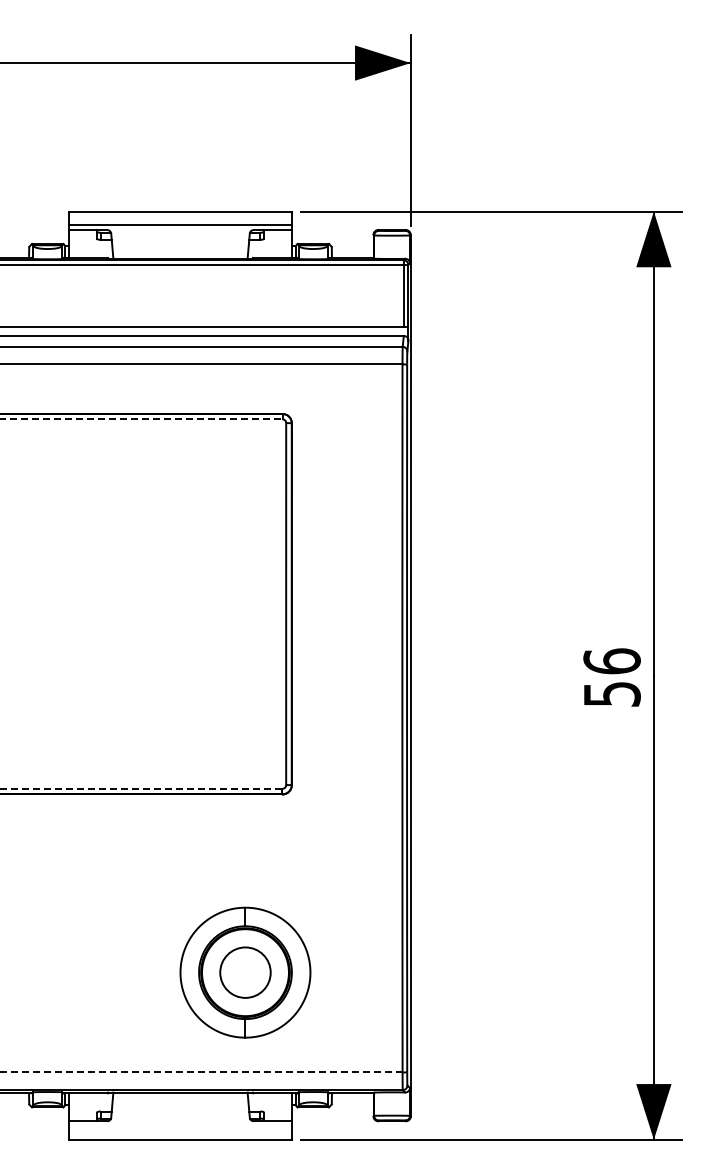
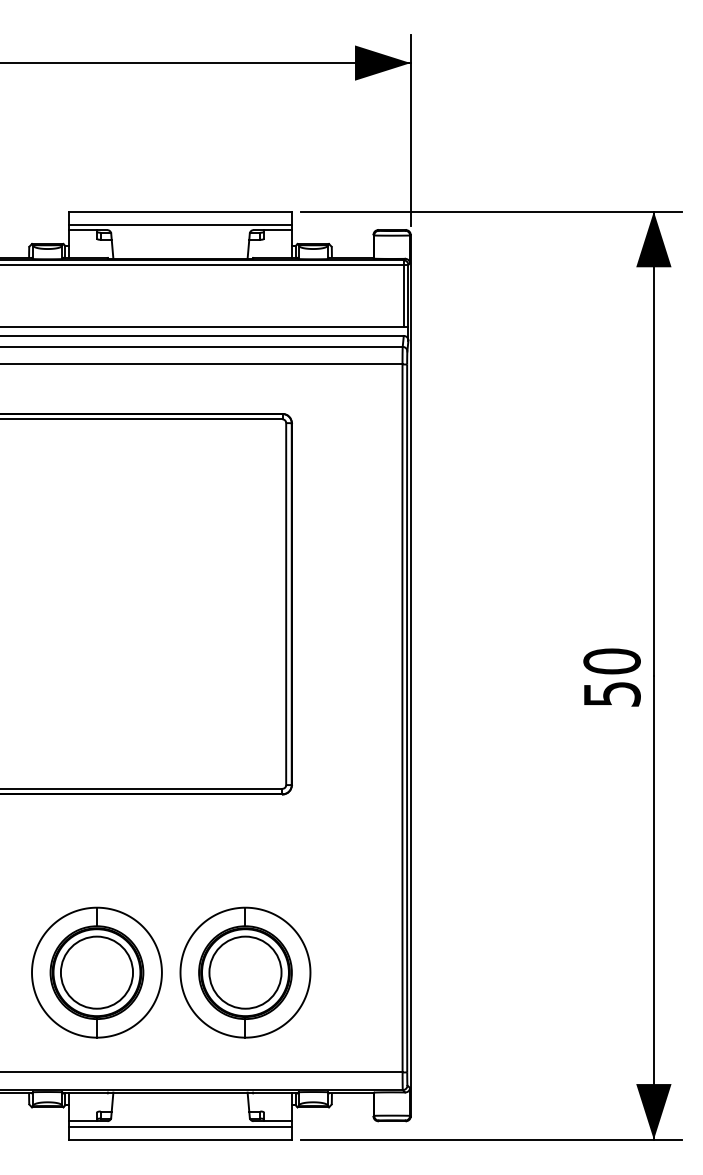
line at (141, 419): dashed -> solid
text at (611, 661): 56 -> 50
line at (141, 788): dashed -> solid
part at (96, 972): none -> present
circle at (245, 972) diameter: 50 px -> 72 px
line at (201, 1072): dashed -> solid
line at (180, 1126): none -> present
